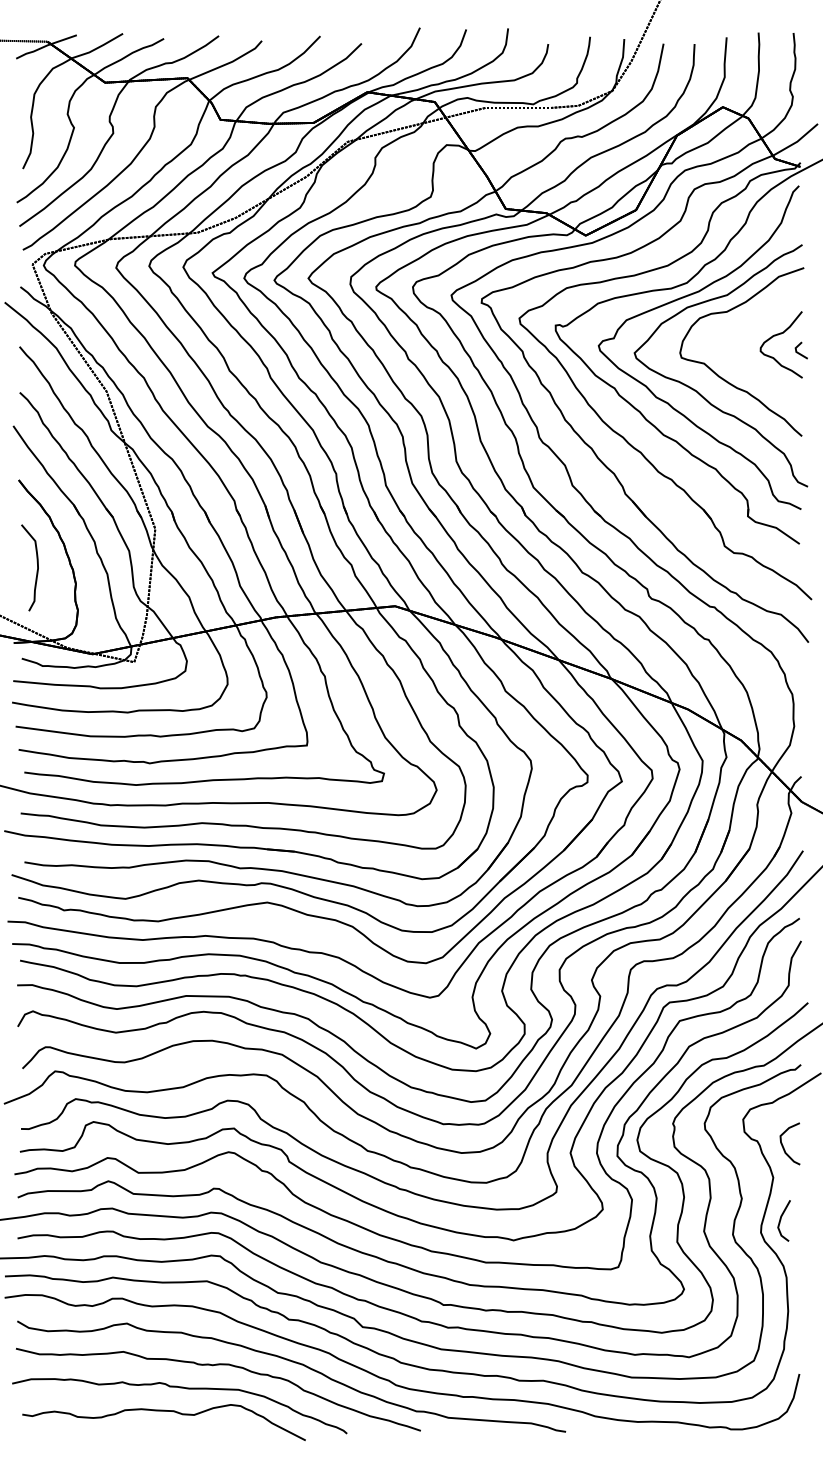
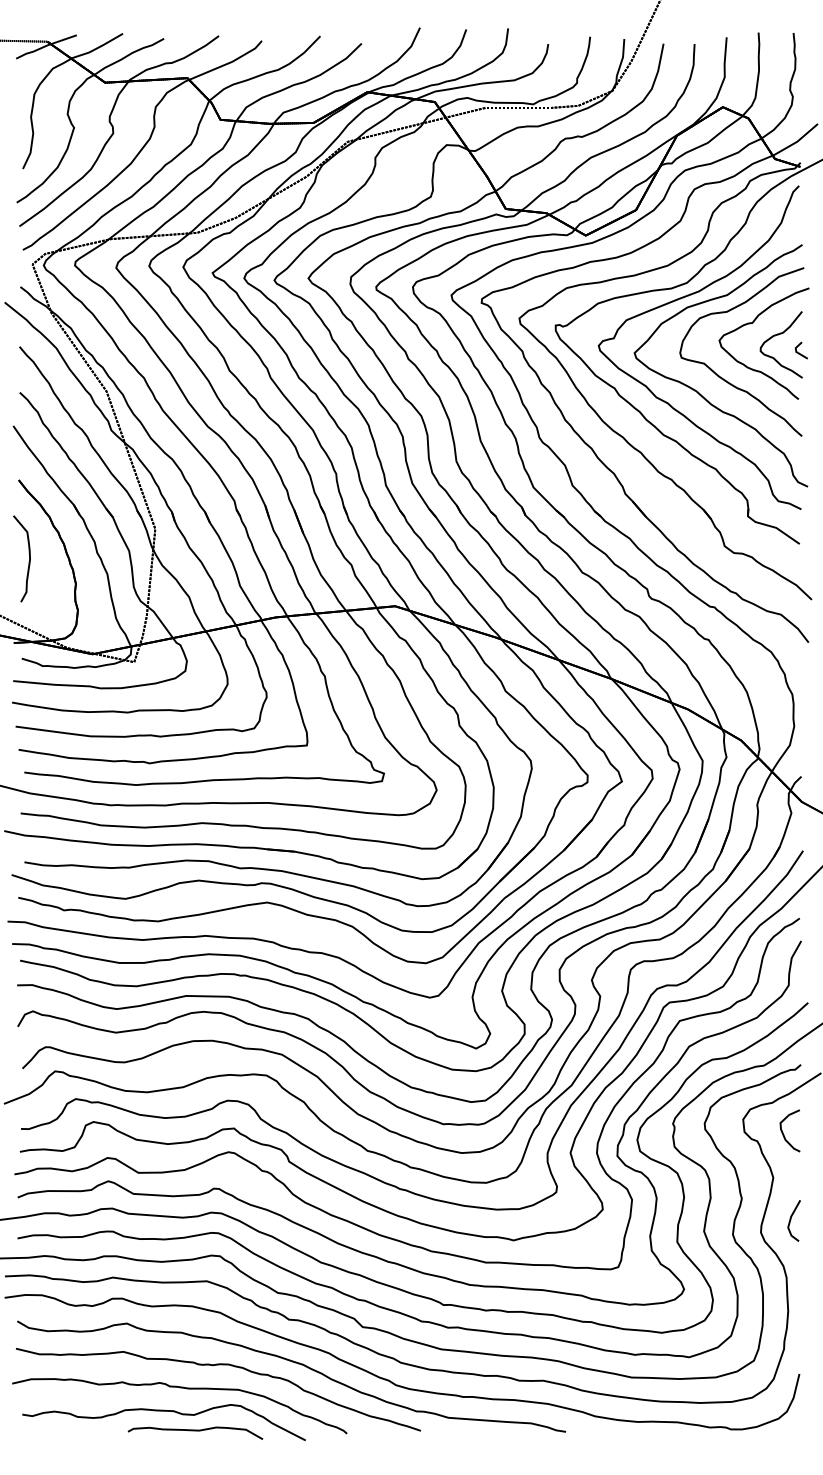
curve at (753, 323): none -> present
part at (36, 570) position: (36, 570) -> (28, 561)
curve at (783, 1145) position: (783, 1145) -> (783, 1132)
line at (781, 1220) position: (781, 1220) -> (791, 1220)
curve at (195, 1431): none -> present
